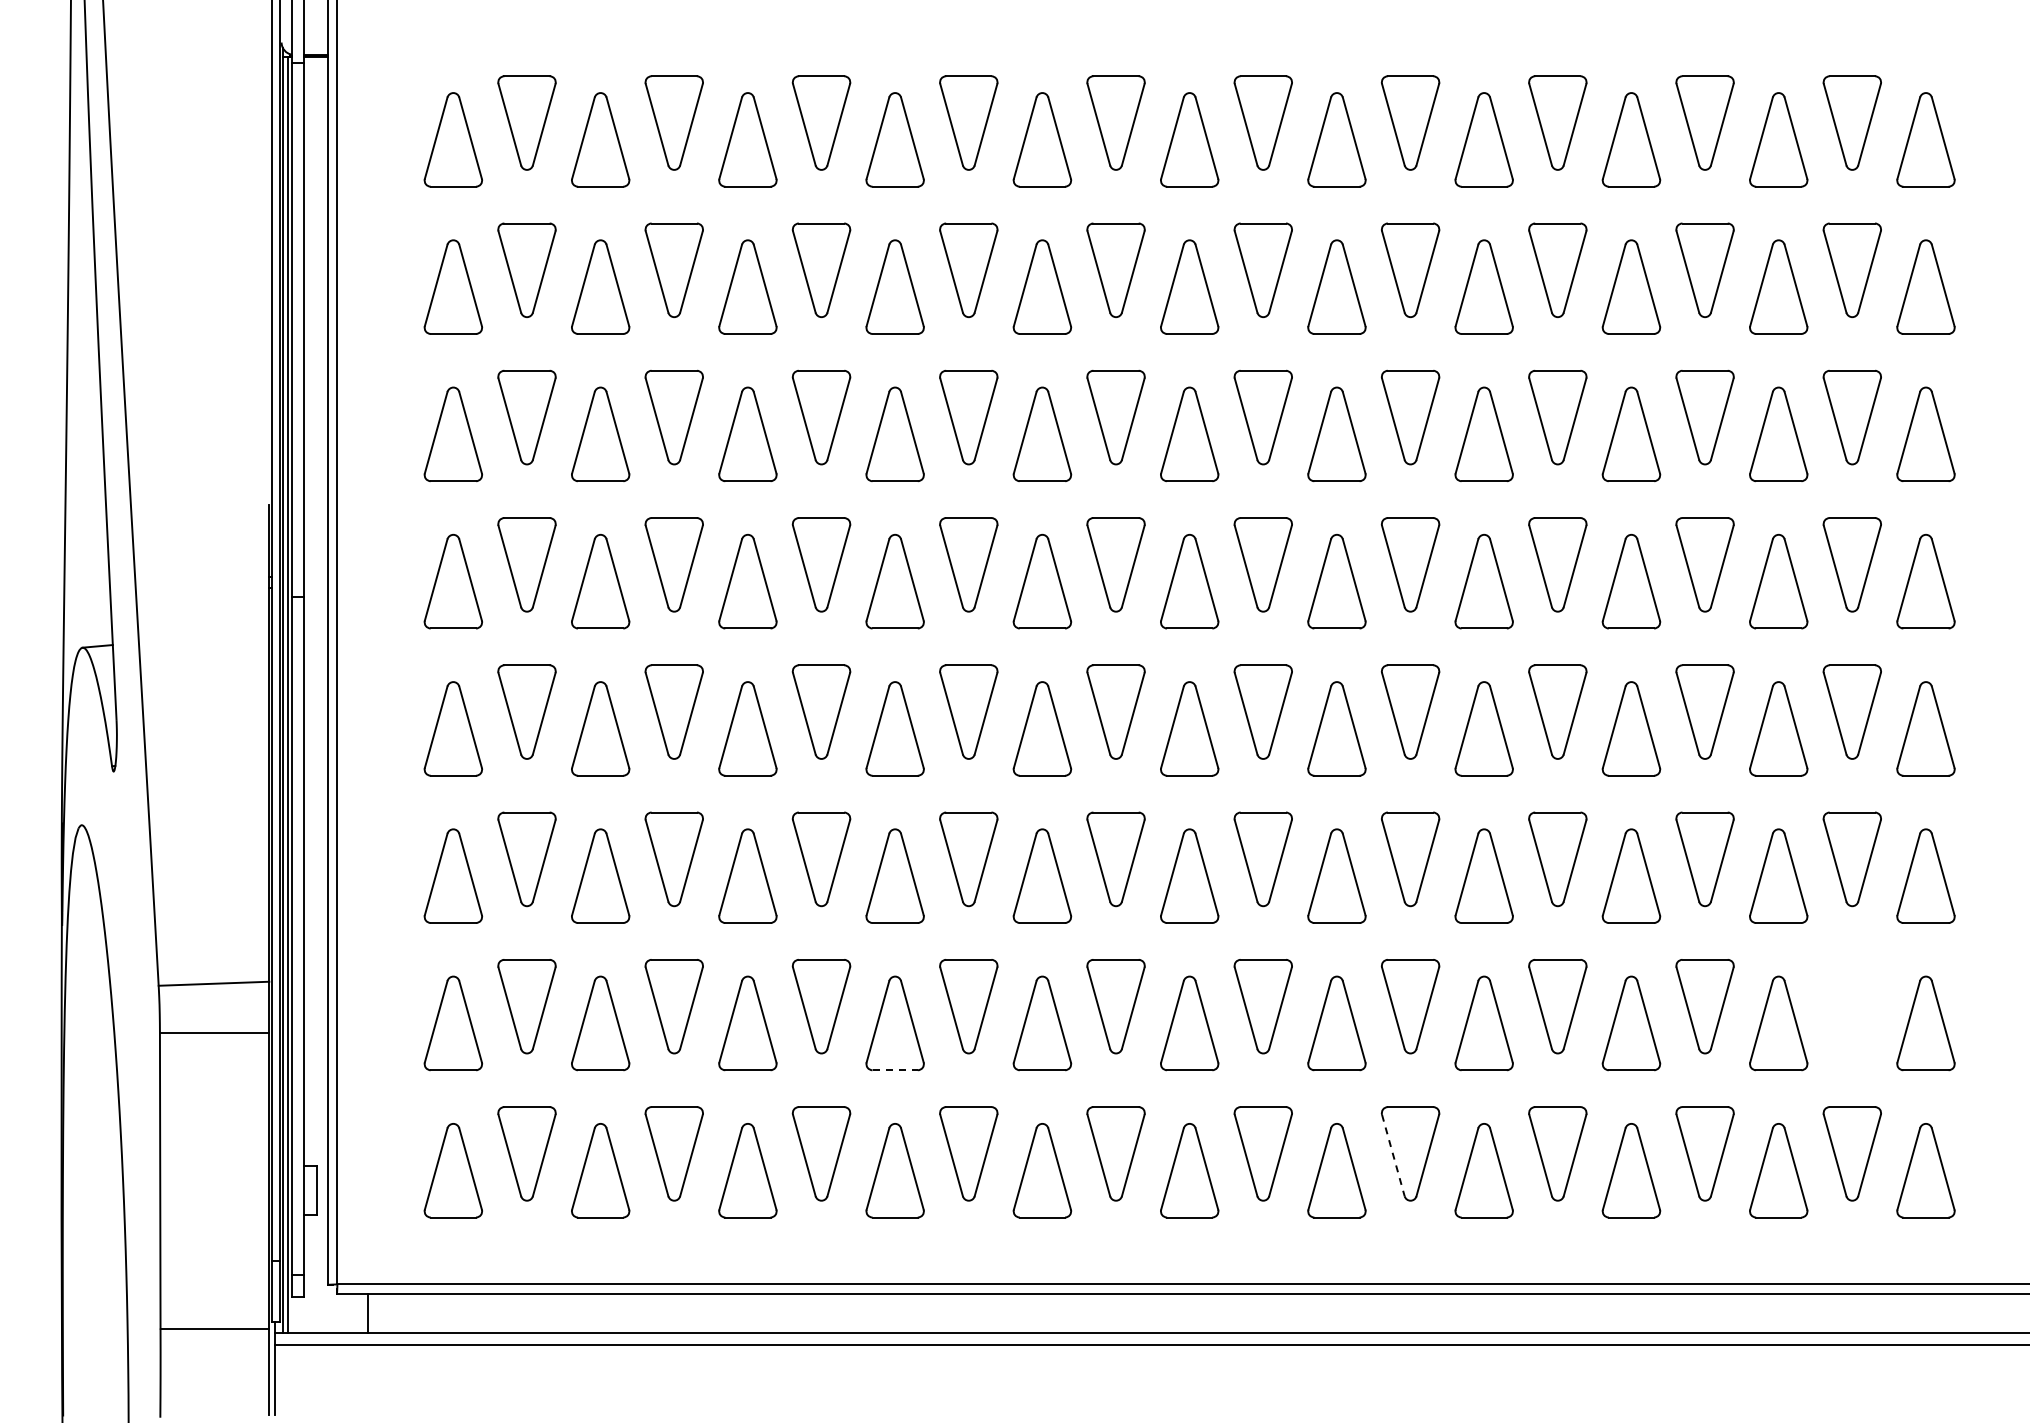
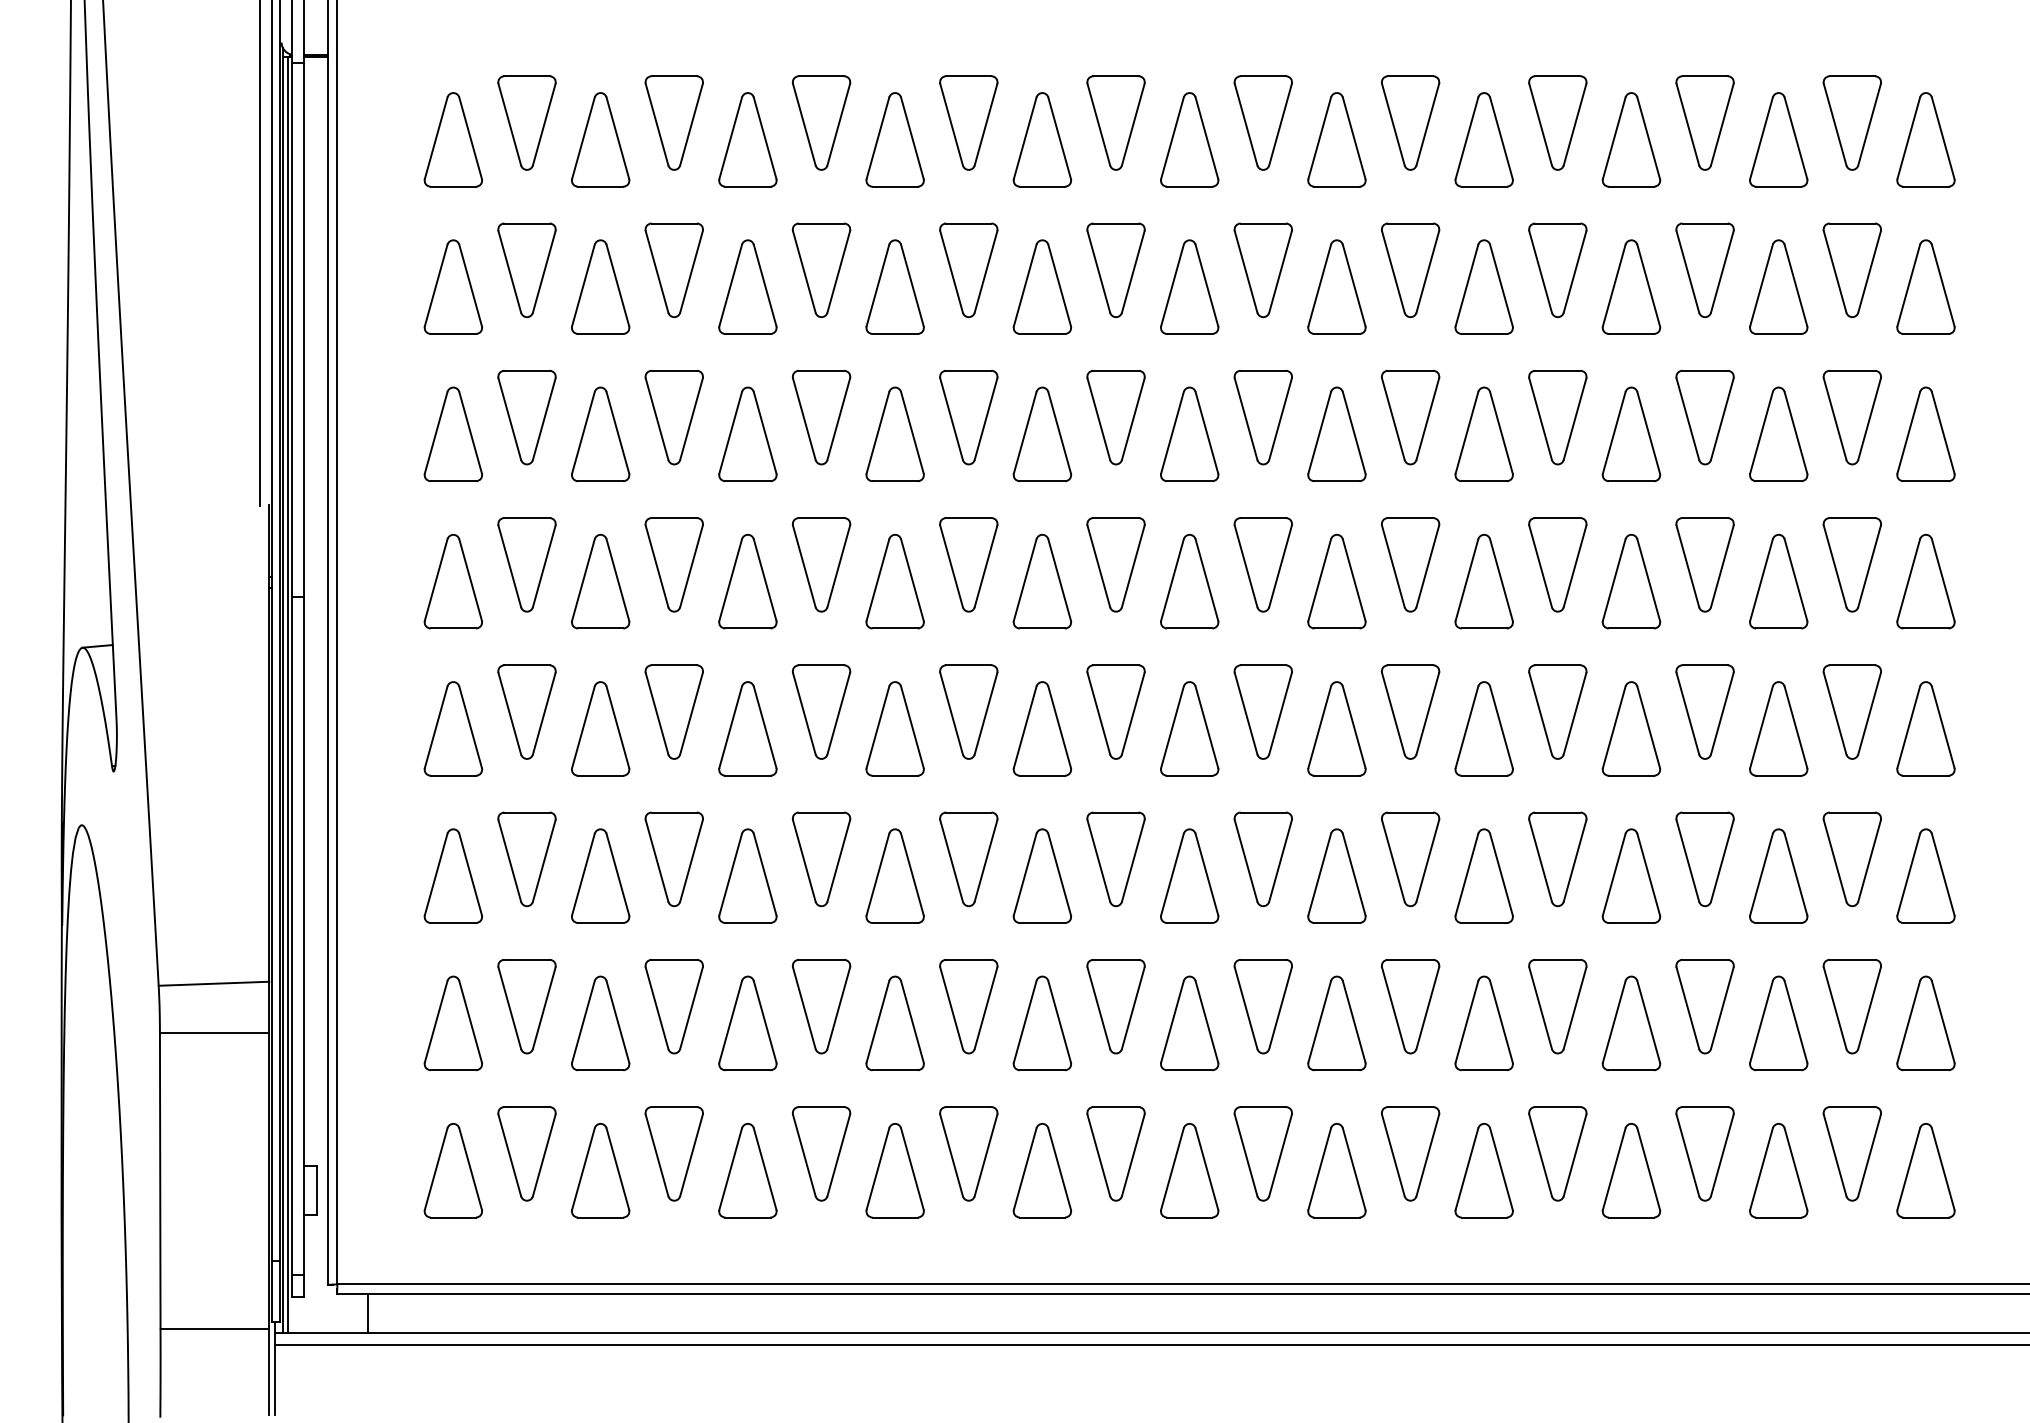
line at (260, 254): none -> present
part at (1851, 1006): none -> present
line at (895, 1070): dashed -> solid
line at (1393, 1156): dashed -> solid
